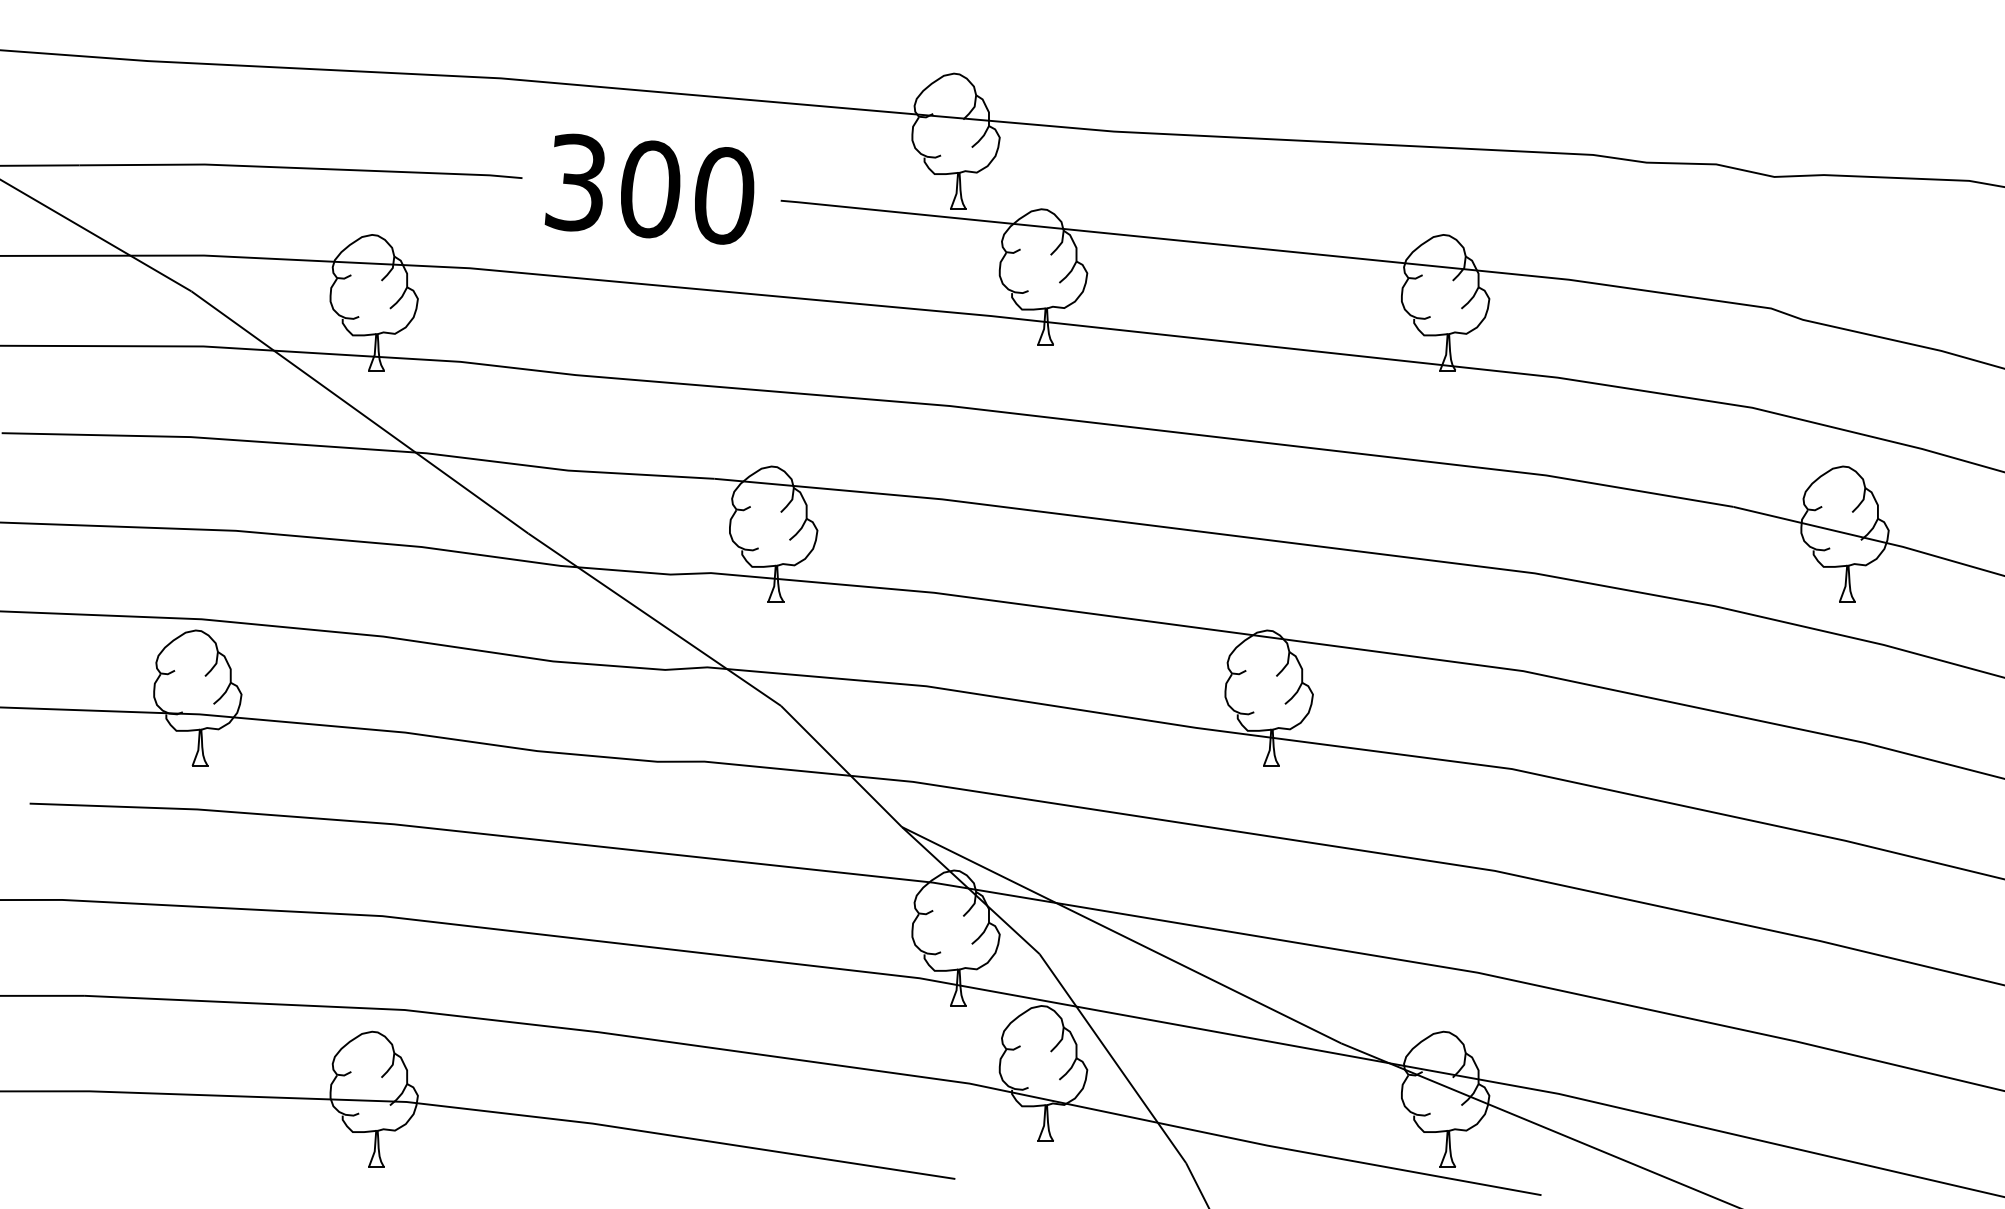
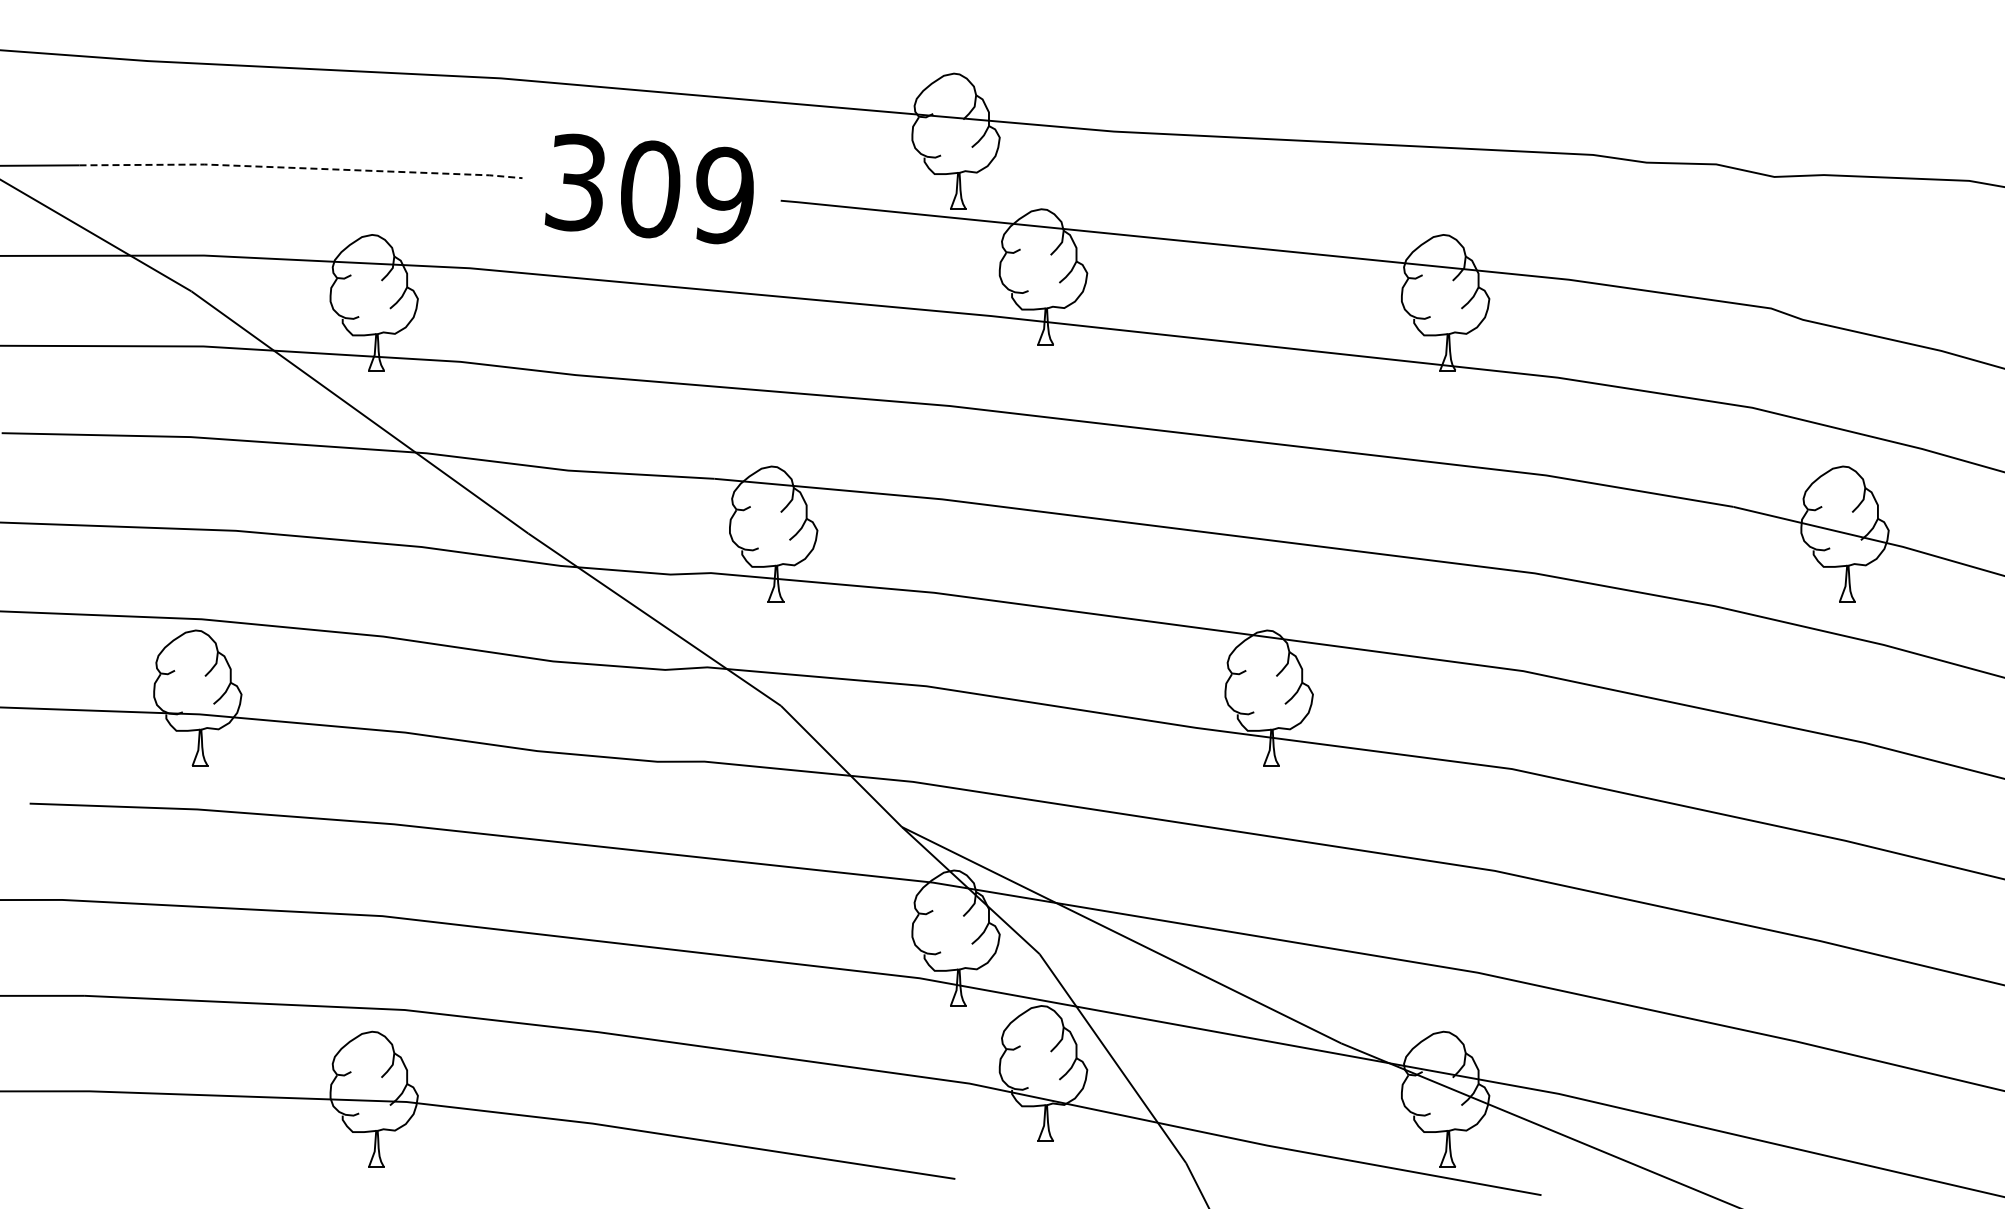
line at (301, 168): solid -> dashed
text at (724, 195): 300 -> 309
